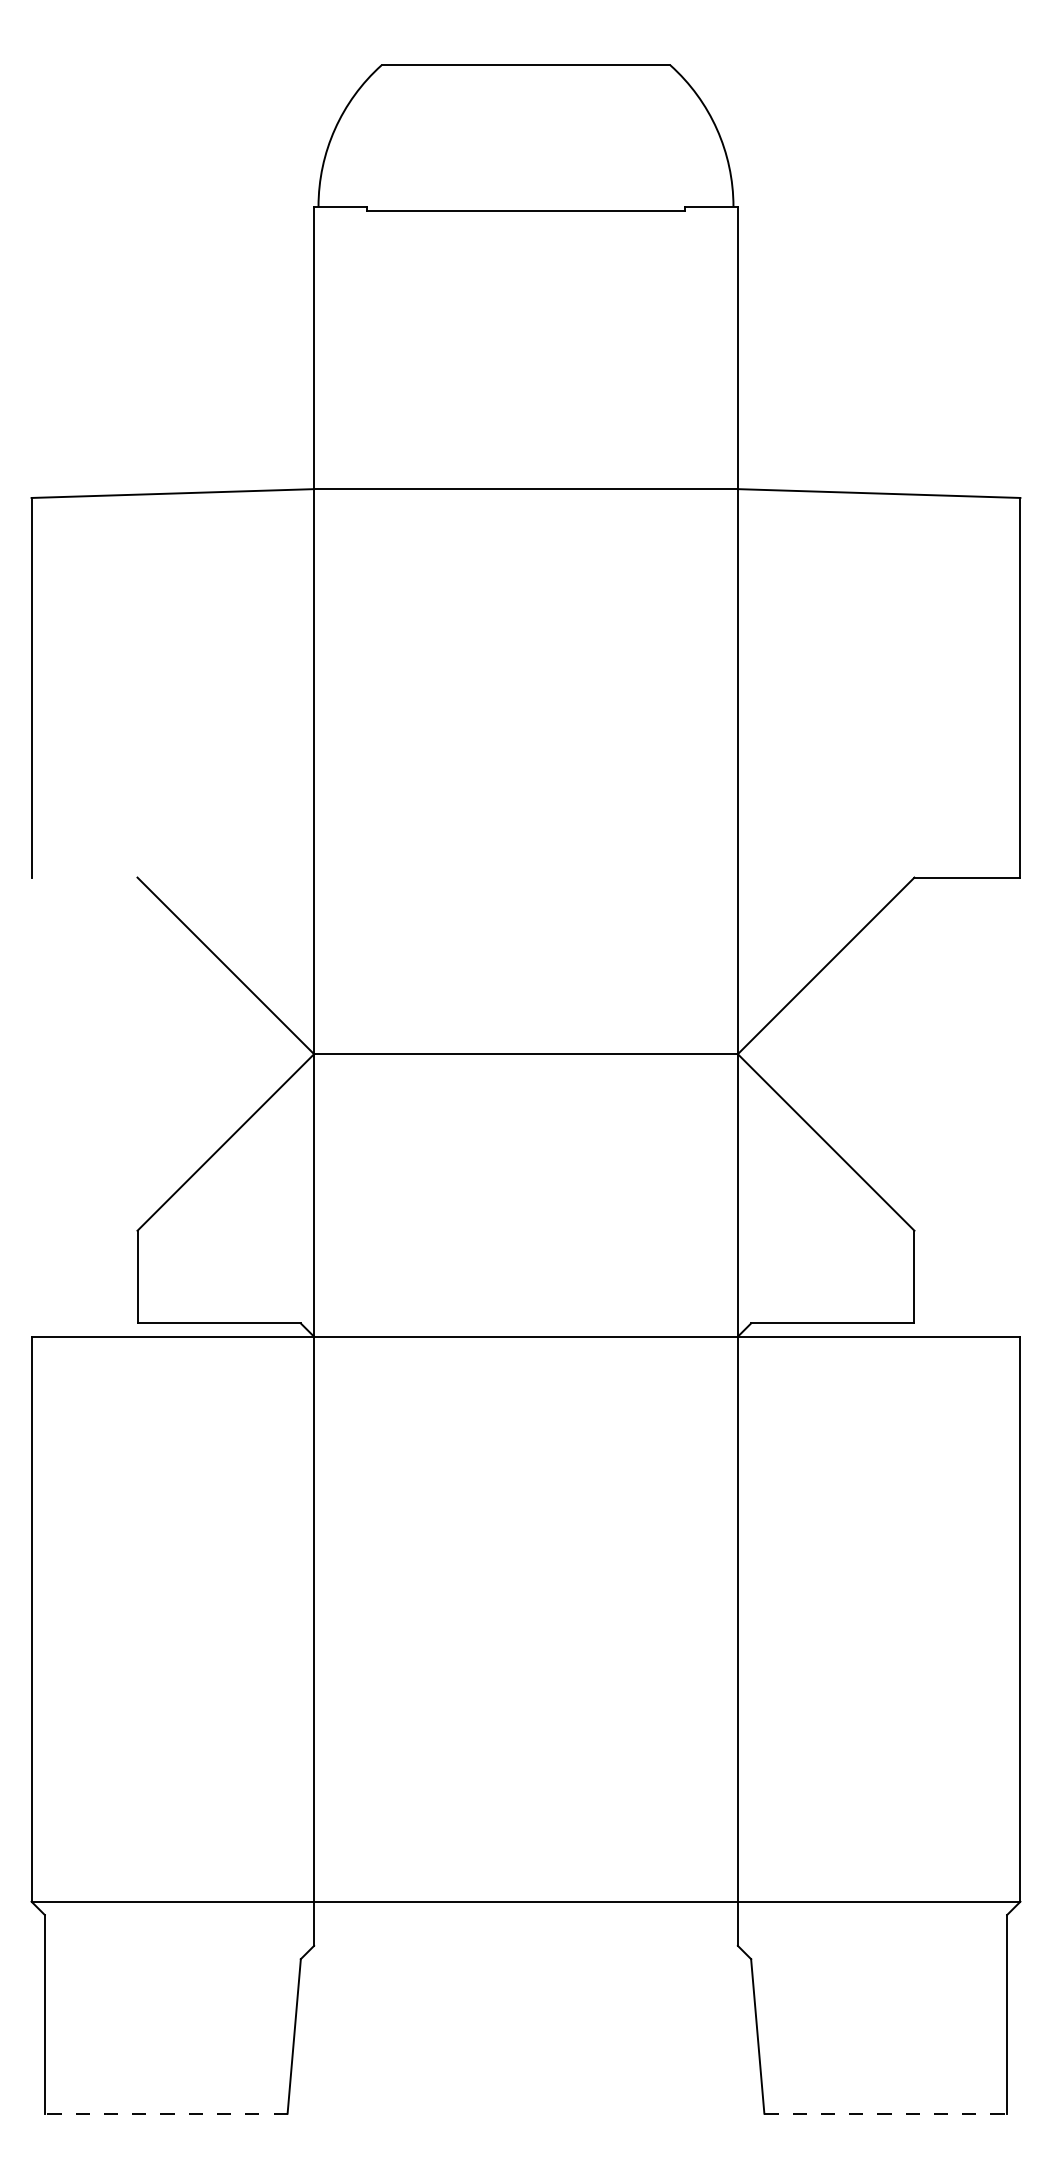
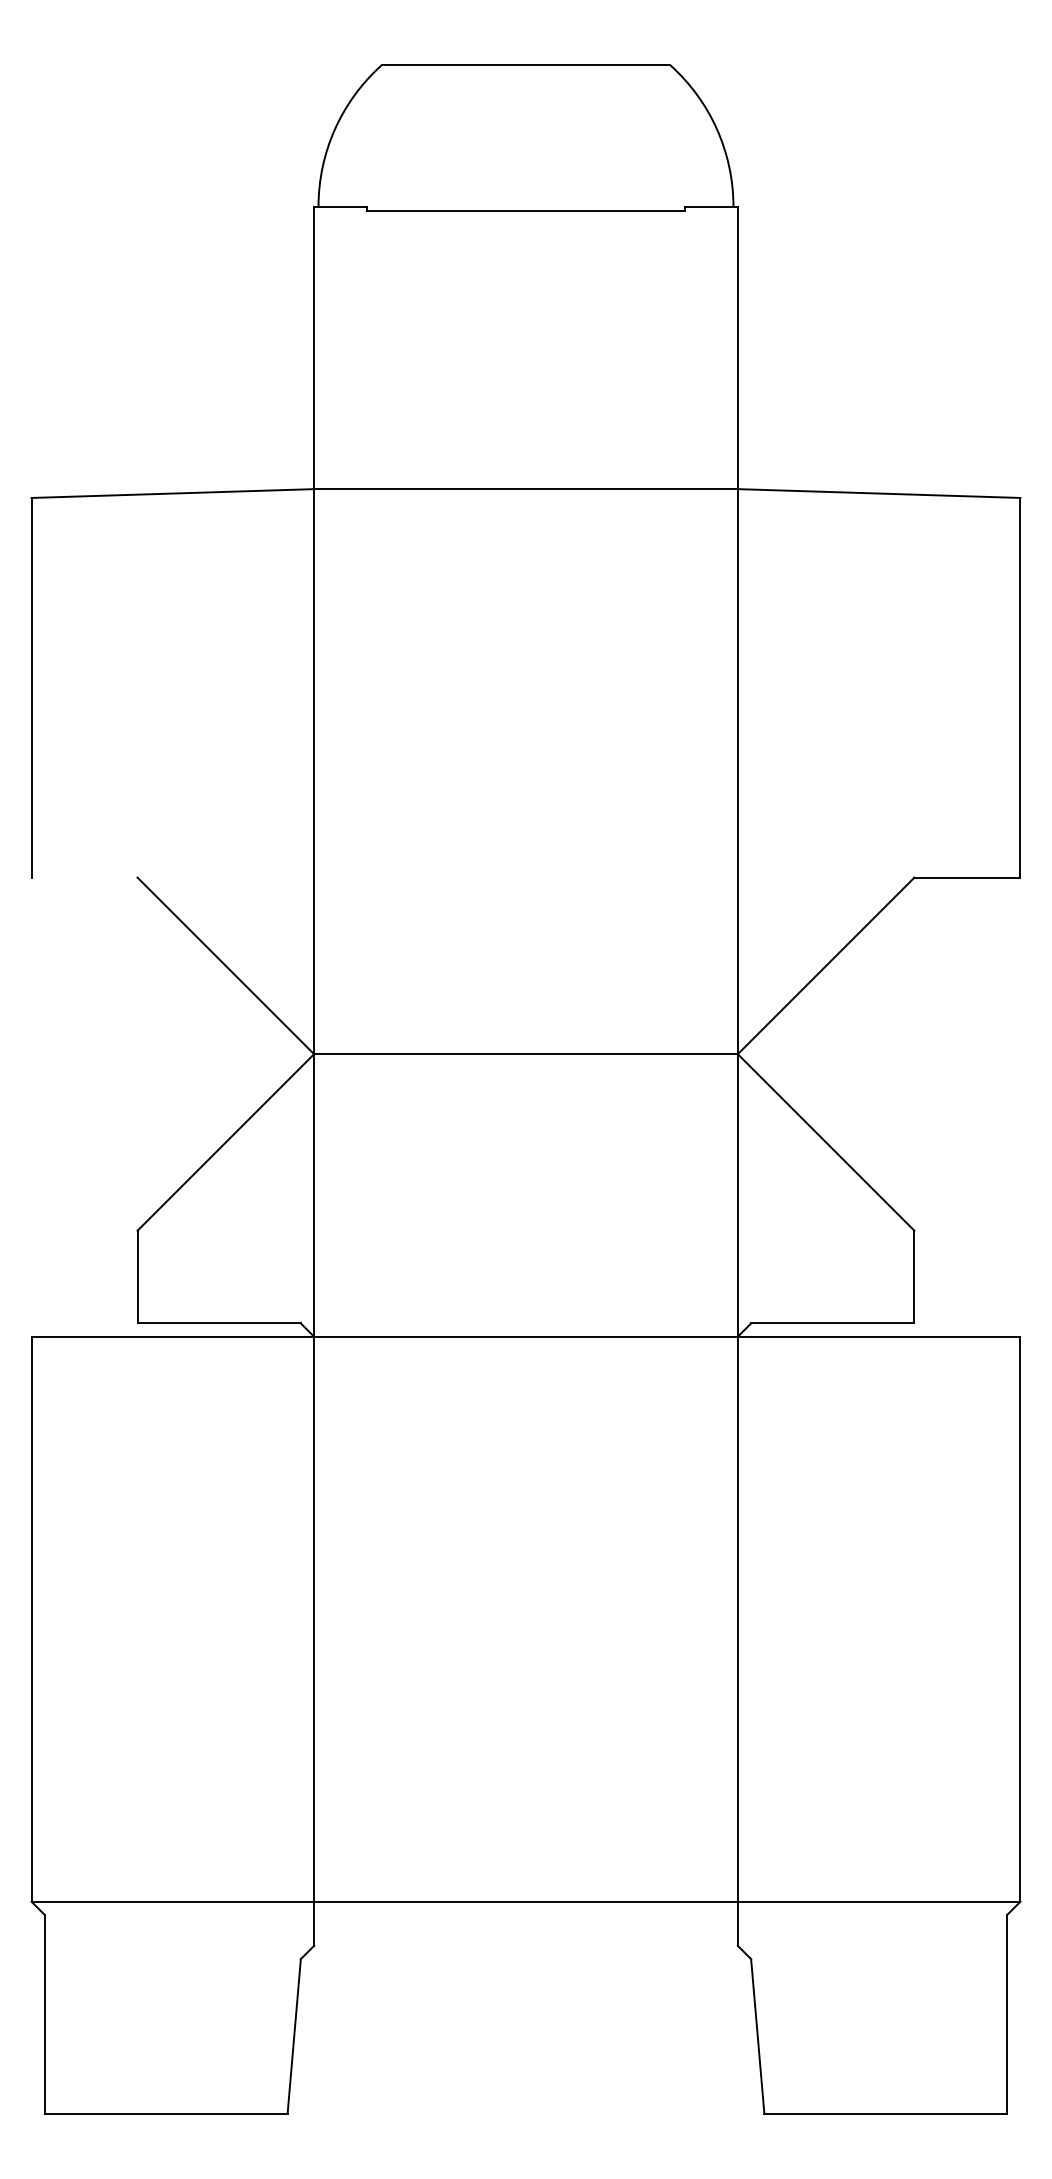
line at (165, 2113): dashed -> solid
line at (886, 2113): dashed -> solid
